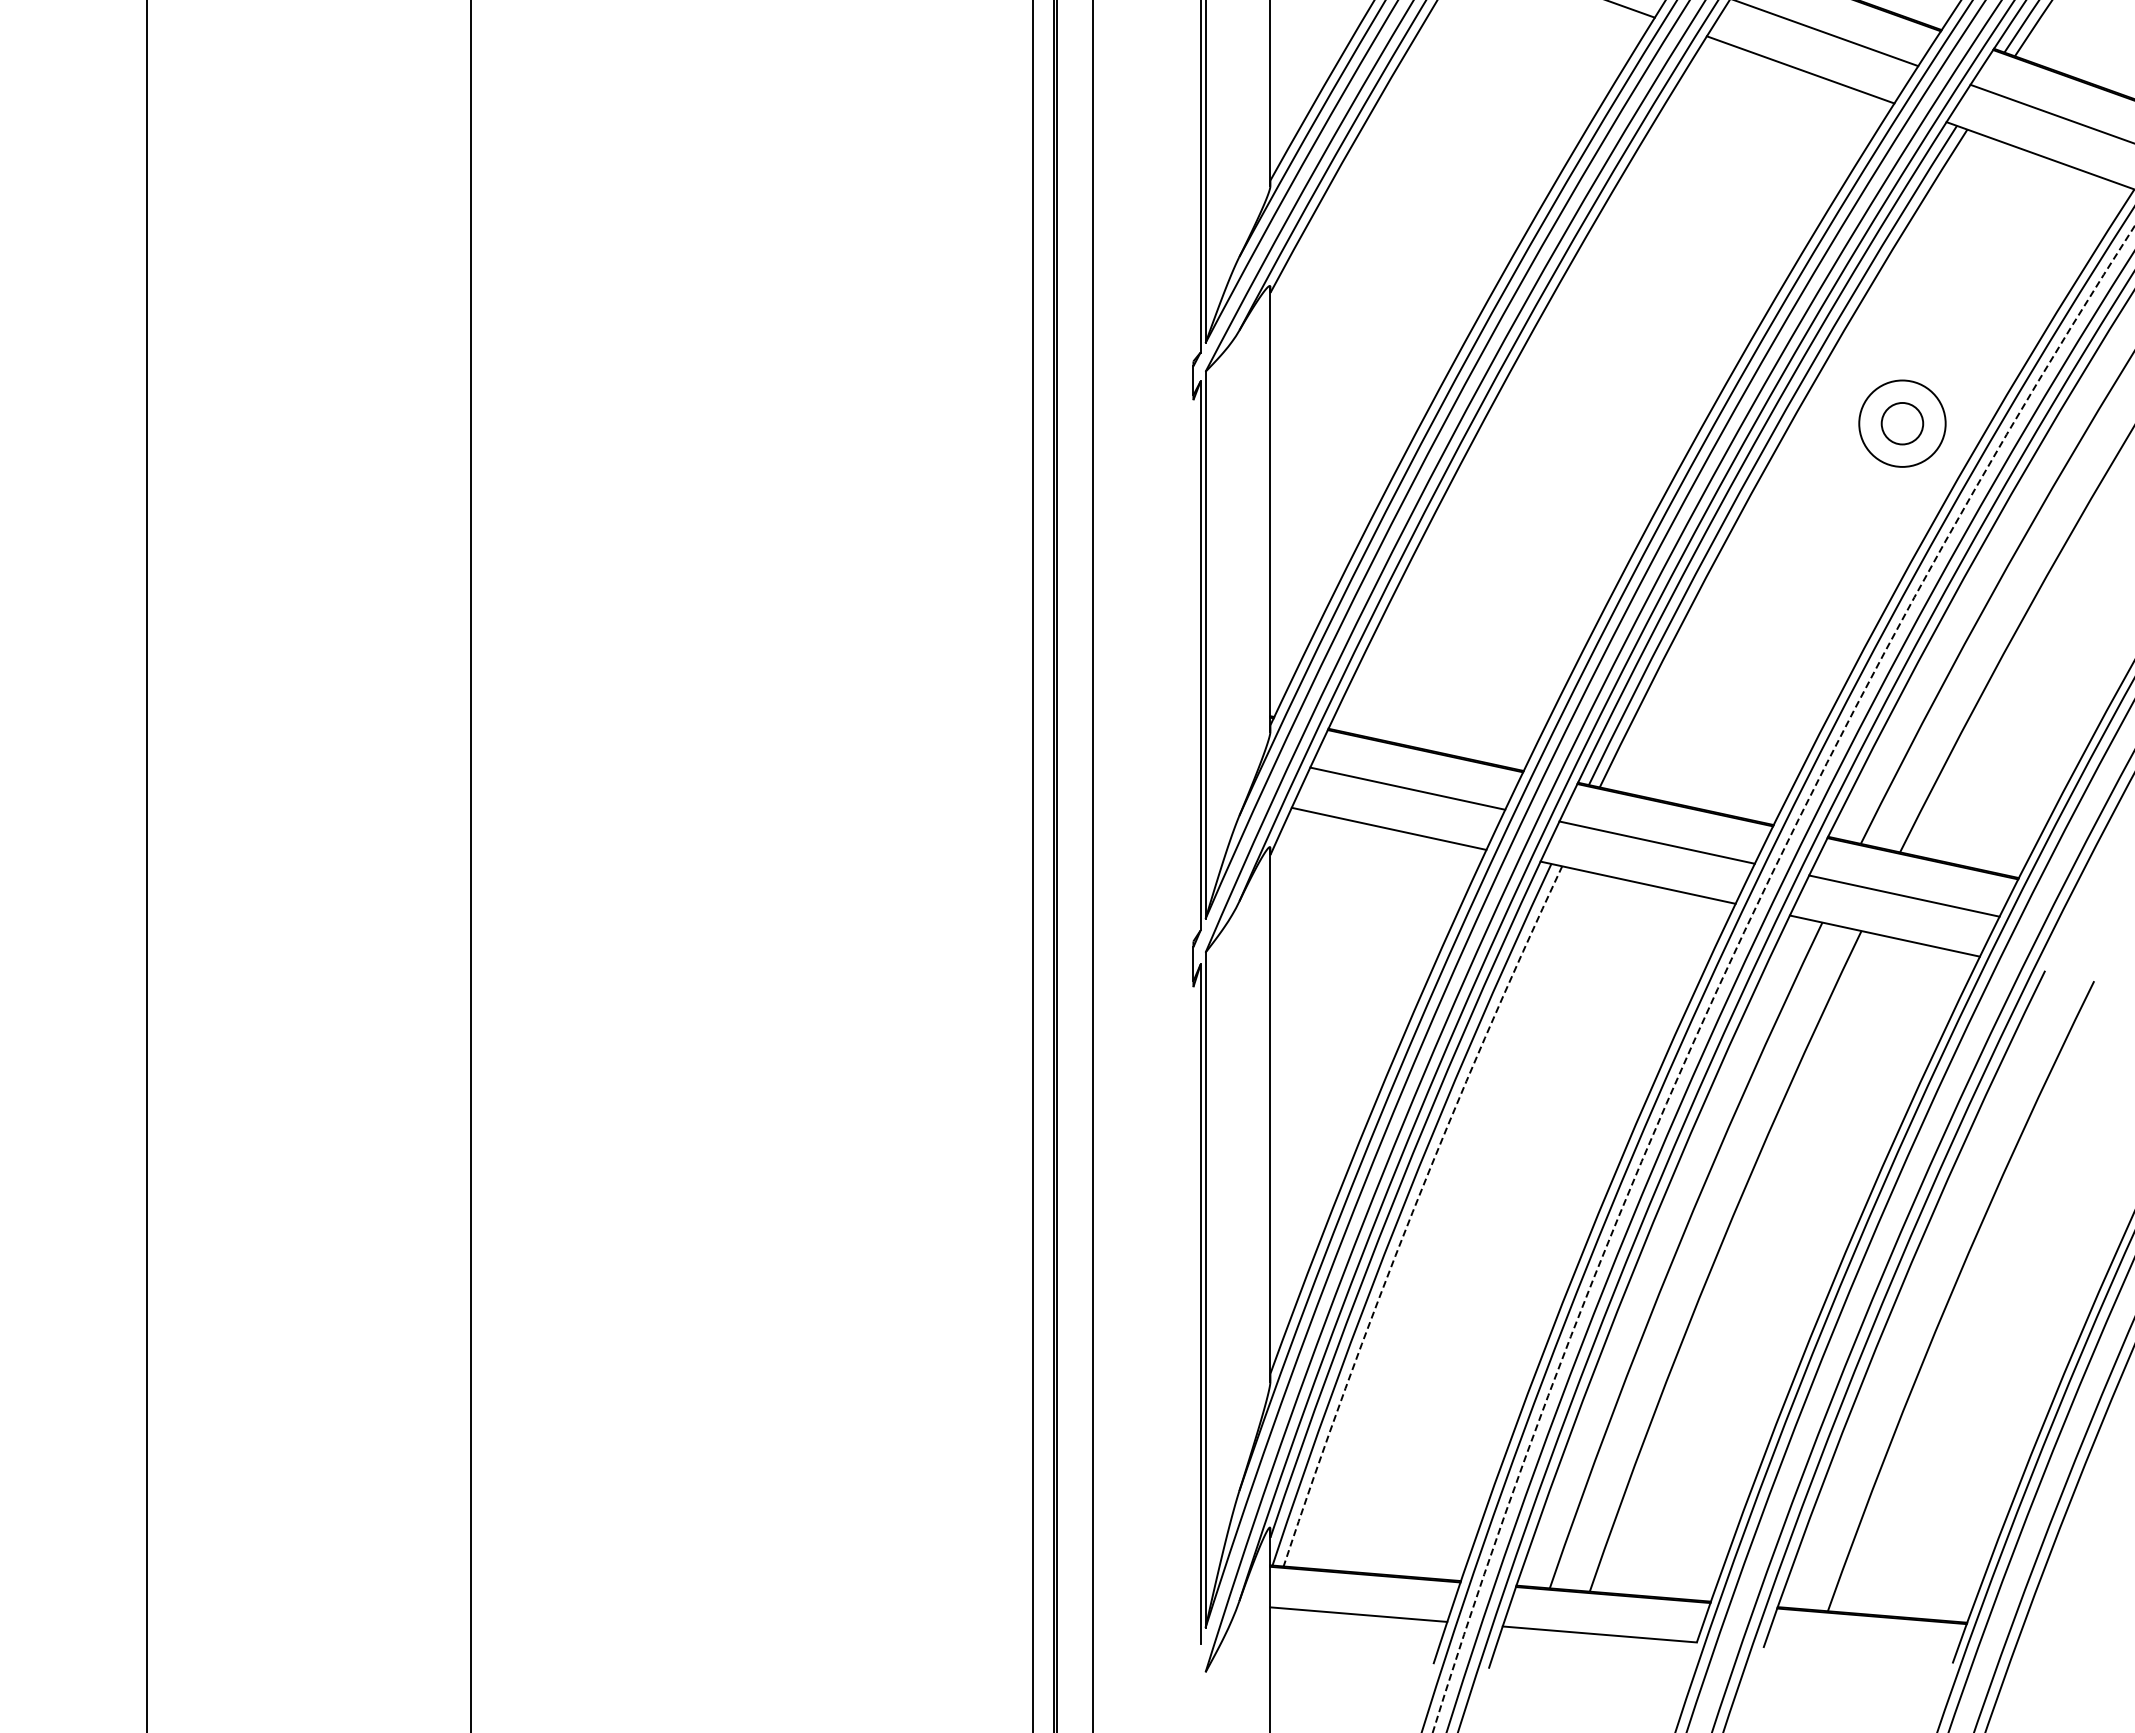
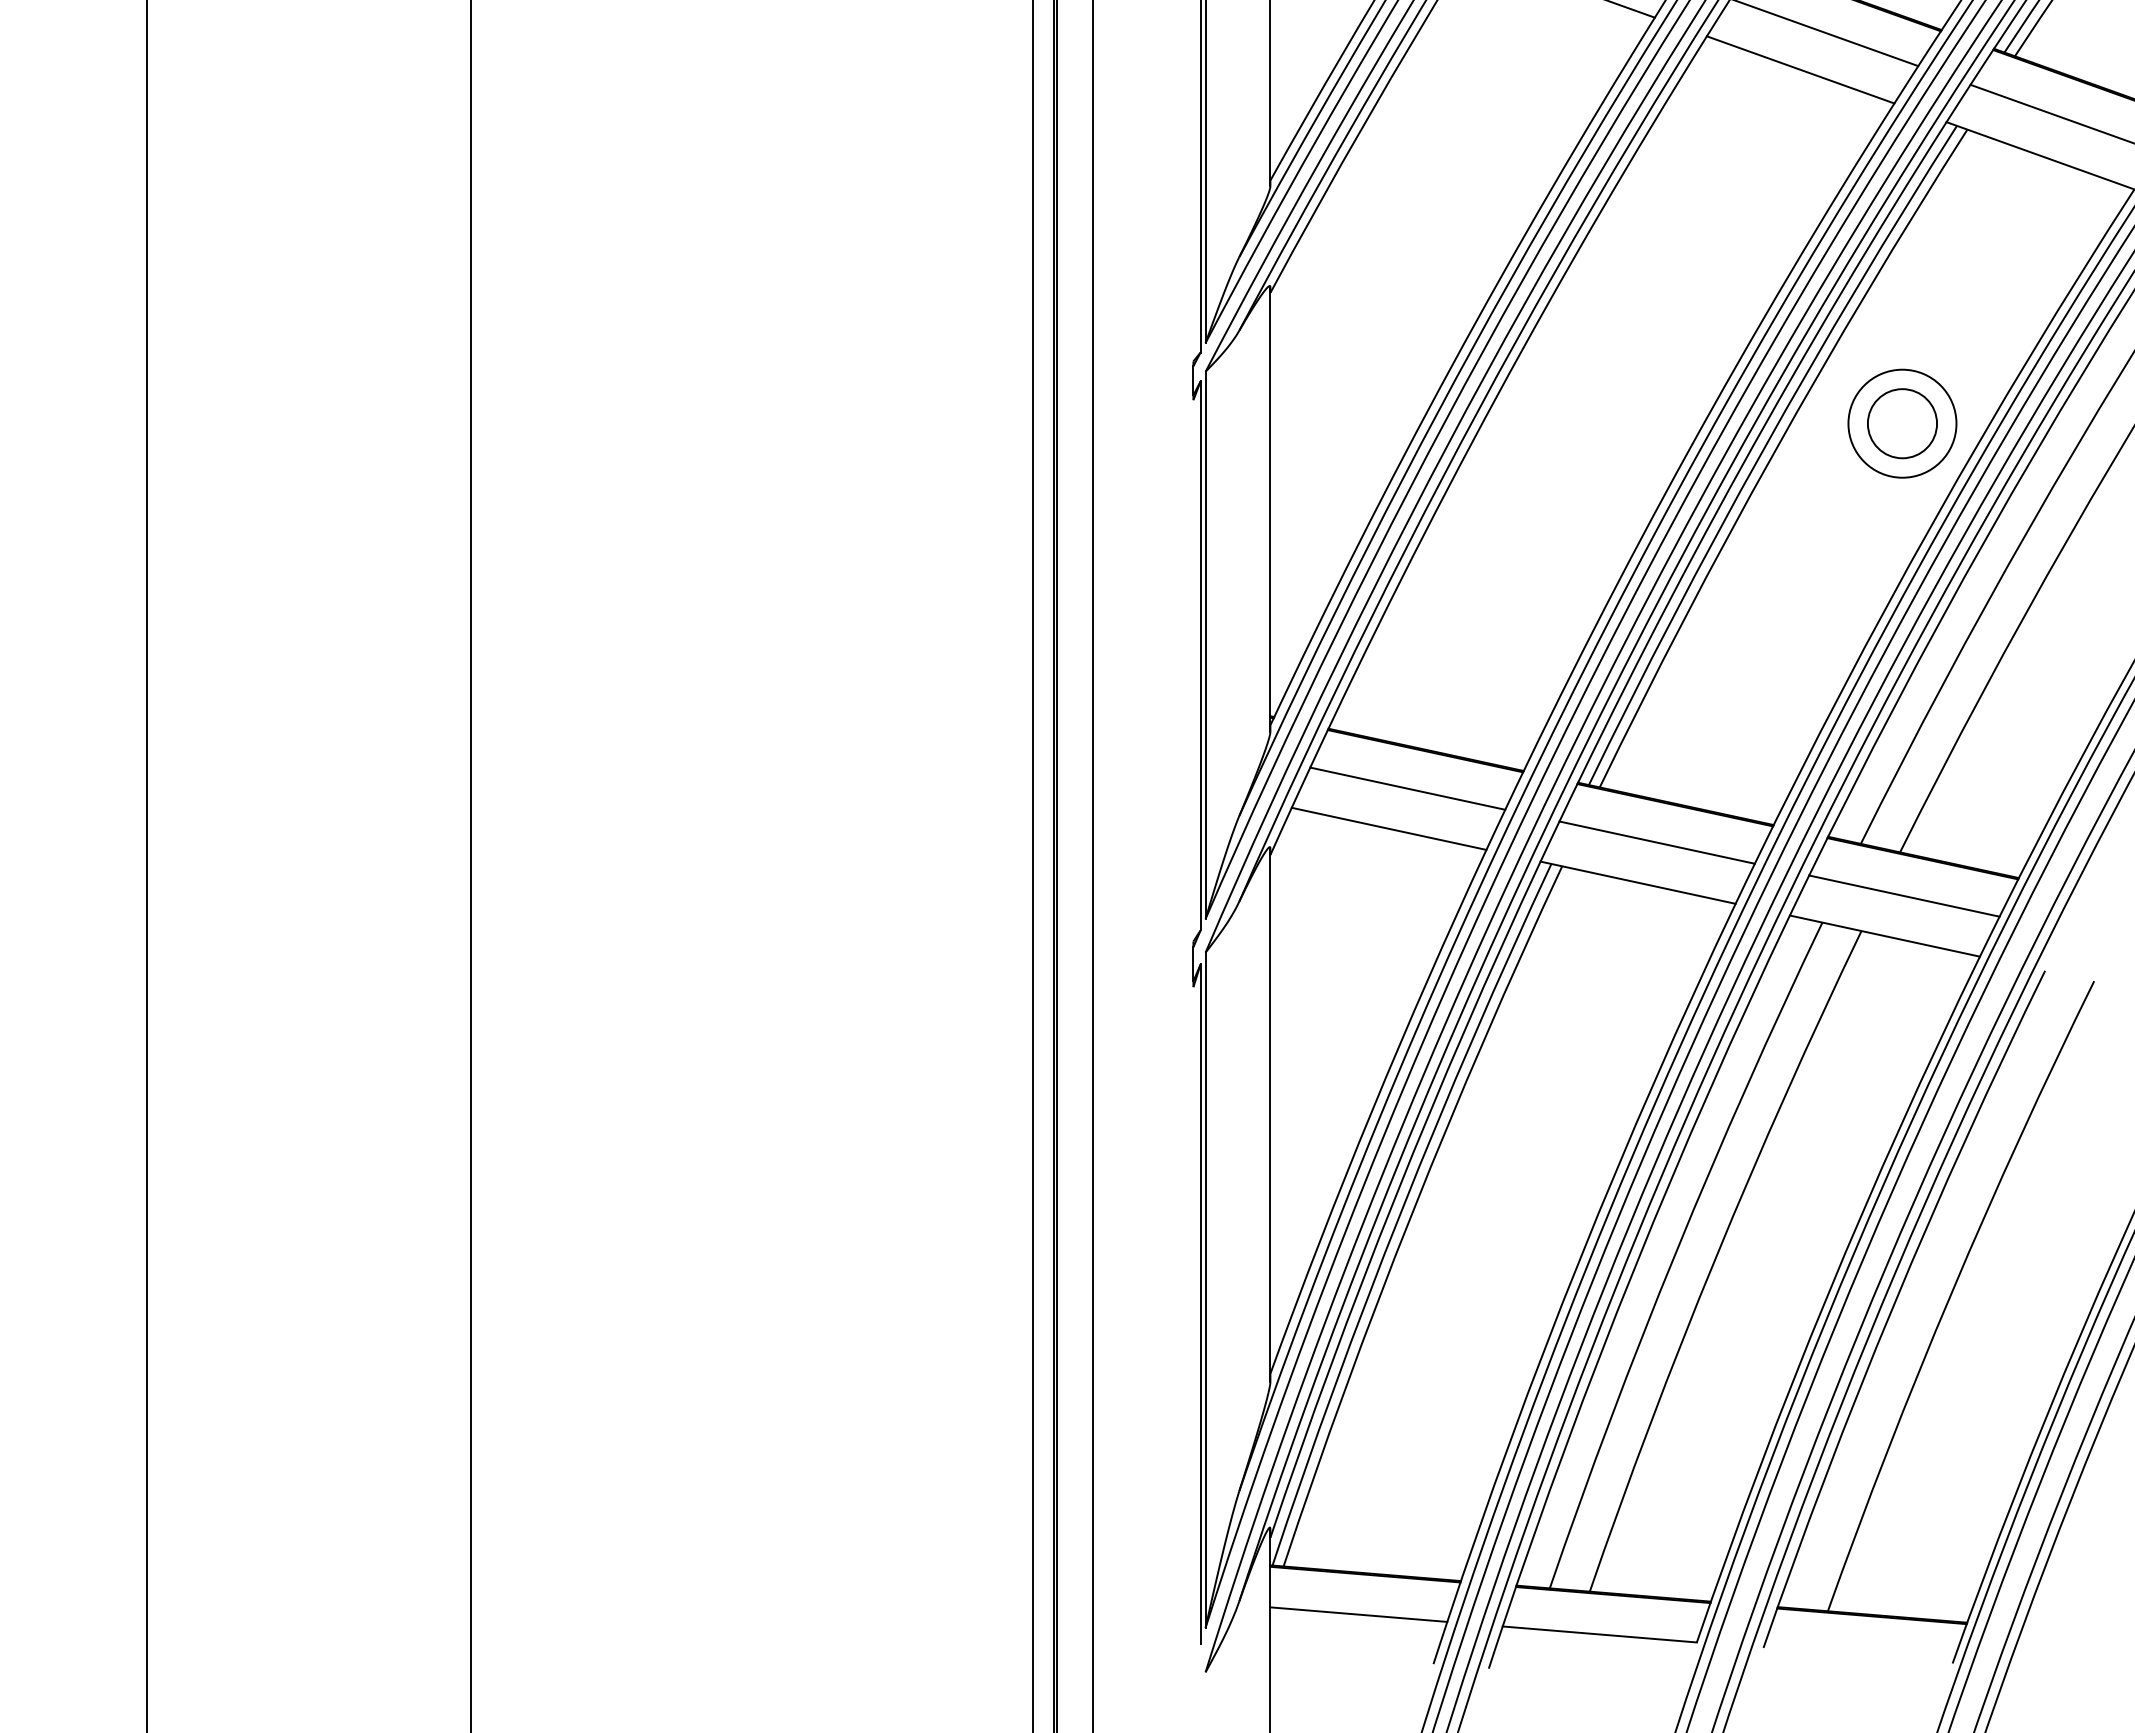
circle at (1902, 423) diameter: 41 px -> 69 px
circle at (1902, 423) diameter: 86 px -> 108 px
arc at (1732, 956): dashed -> solid
arc at (1412, 1212): dashed -> solid
